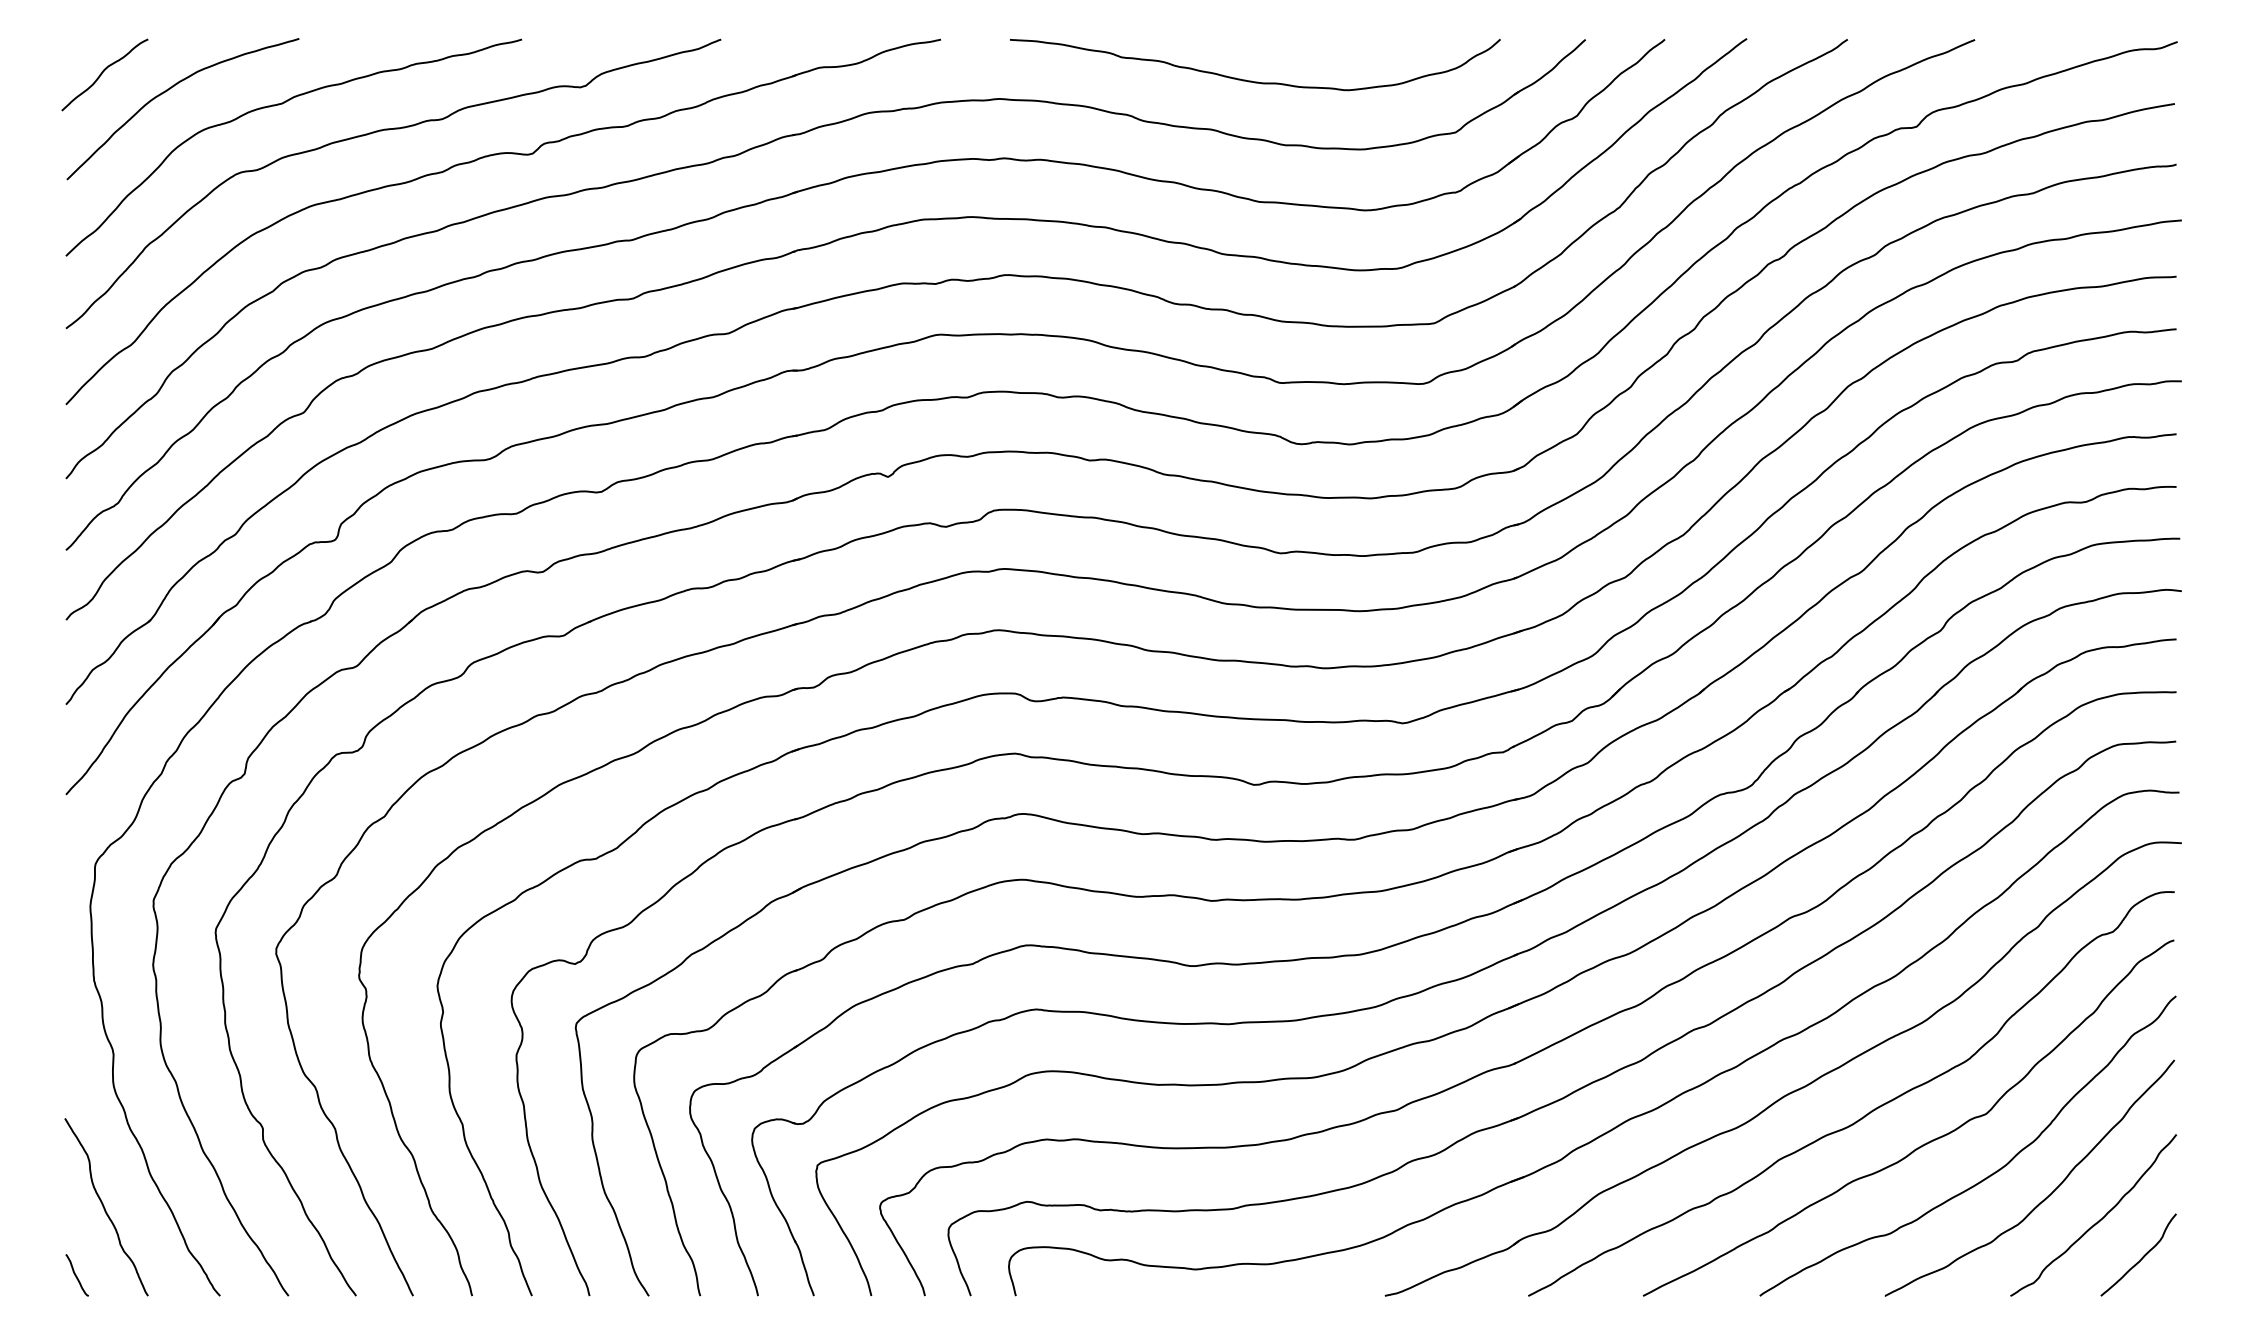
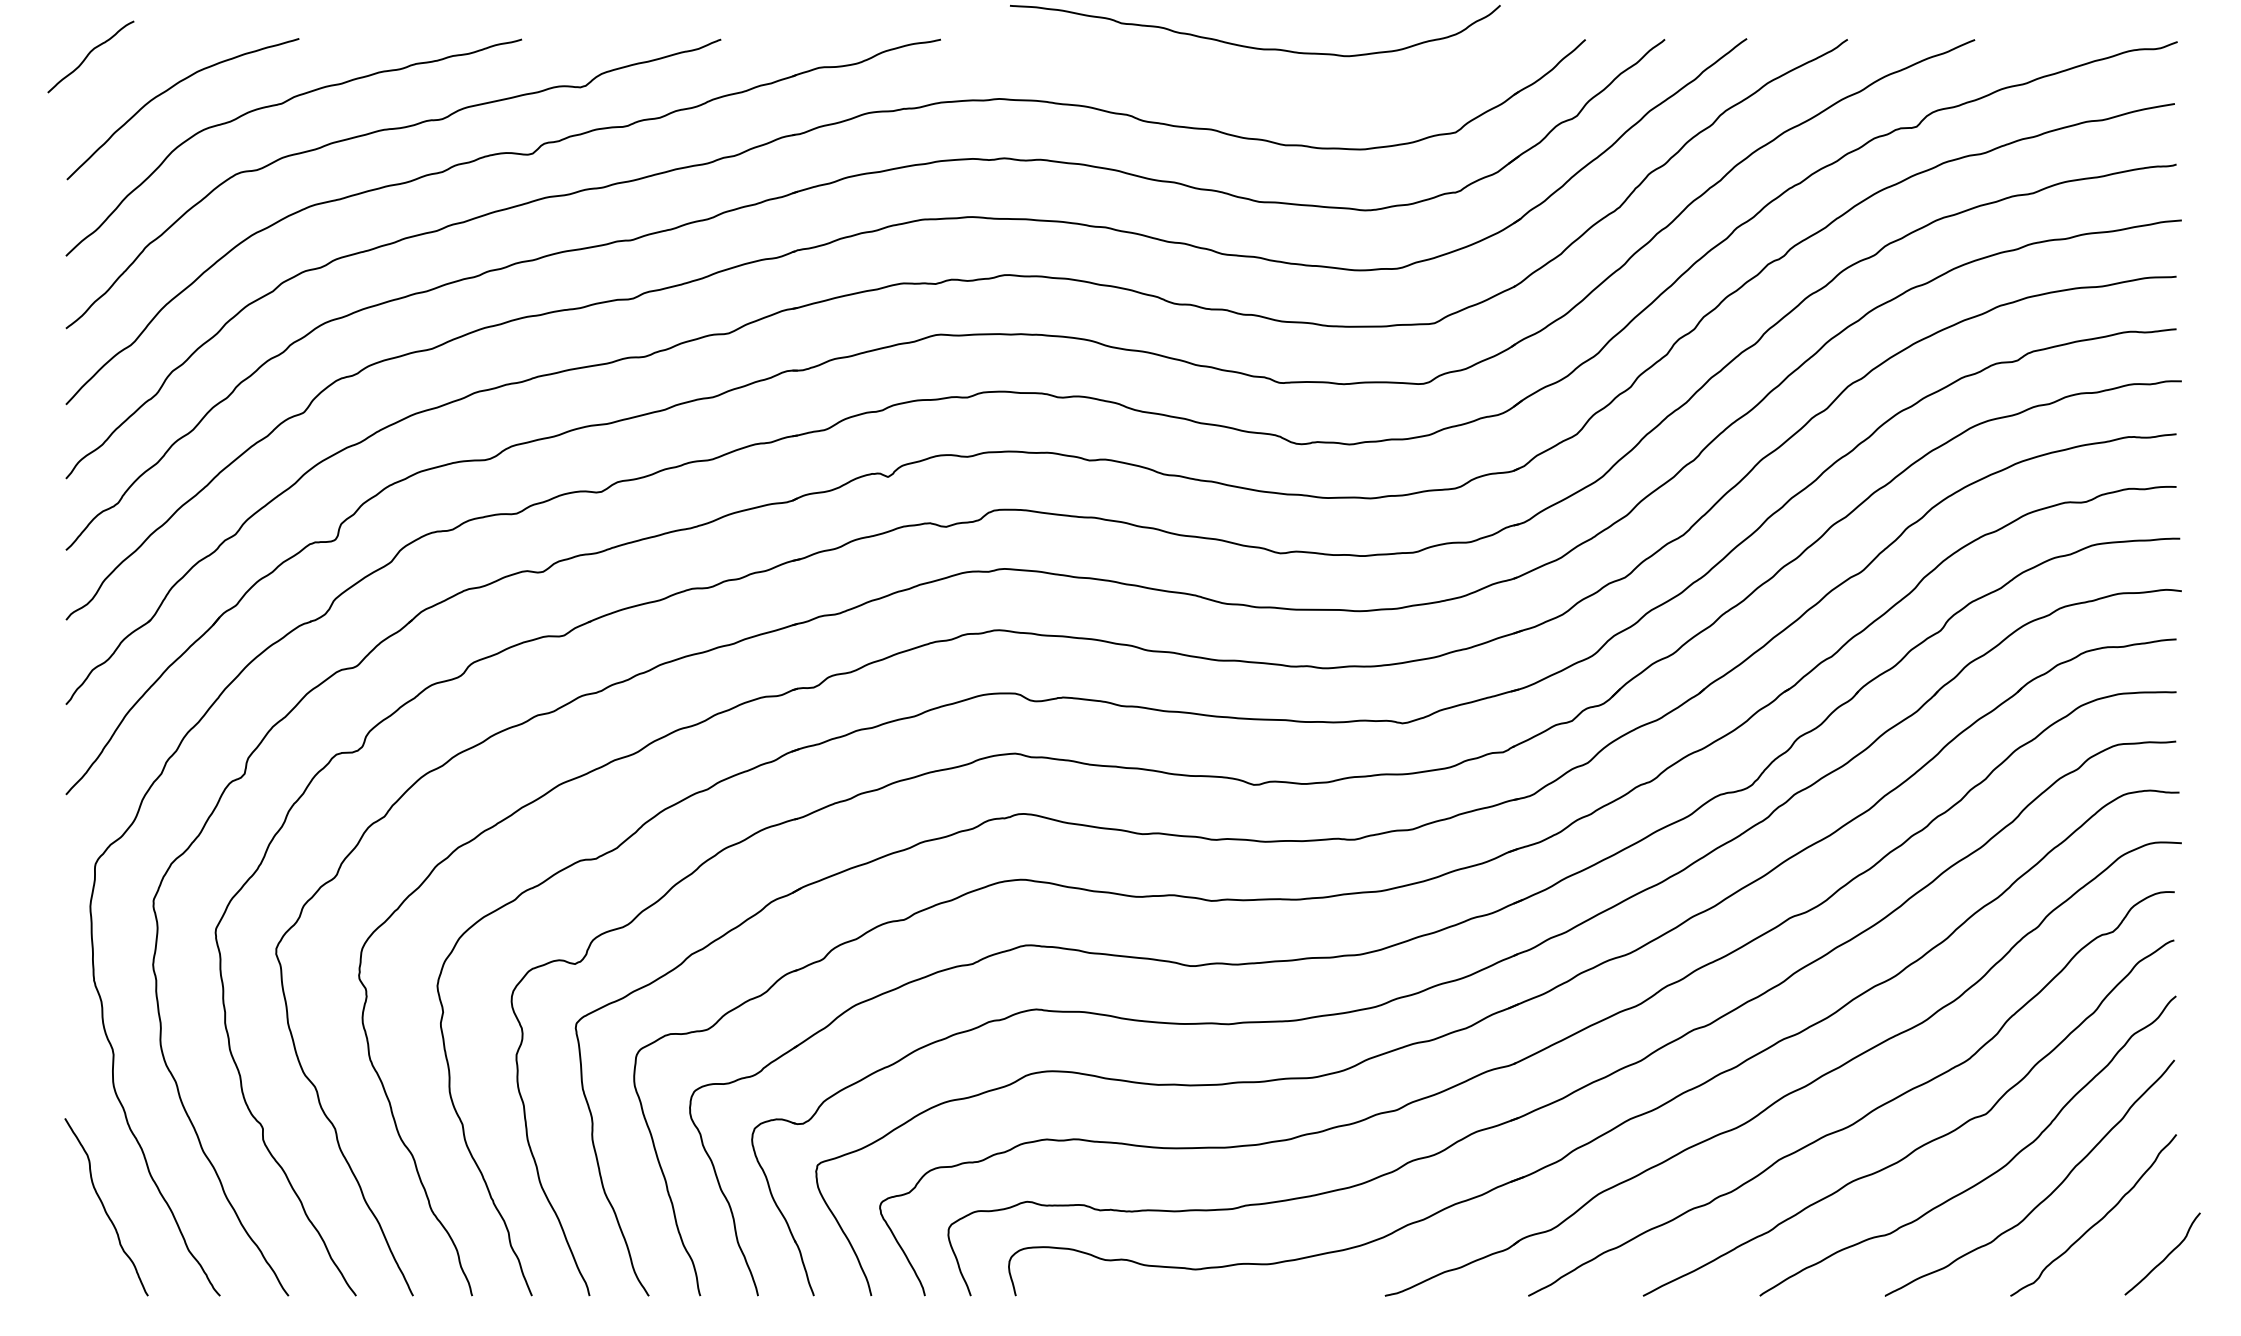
curve at (102, 74) position: (102, 74) -> (88, 56)
curve at (1251, 80) position: (1251, 80) -> (1251, 46)
curve at (2141, 1257) position: (2141, 1257) -> (2165, 1256)
curve at (76, 1275): present -> none
